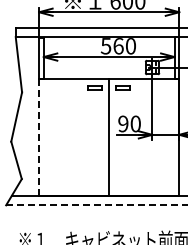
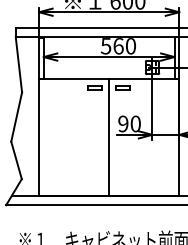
line at (39, 138): dashed -> solid
line at (96, 205): dashed -> solid
